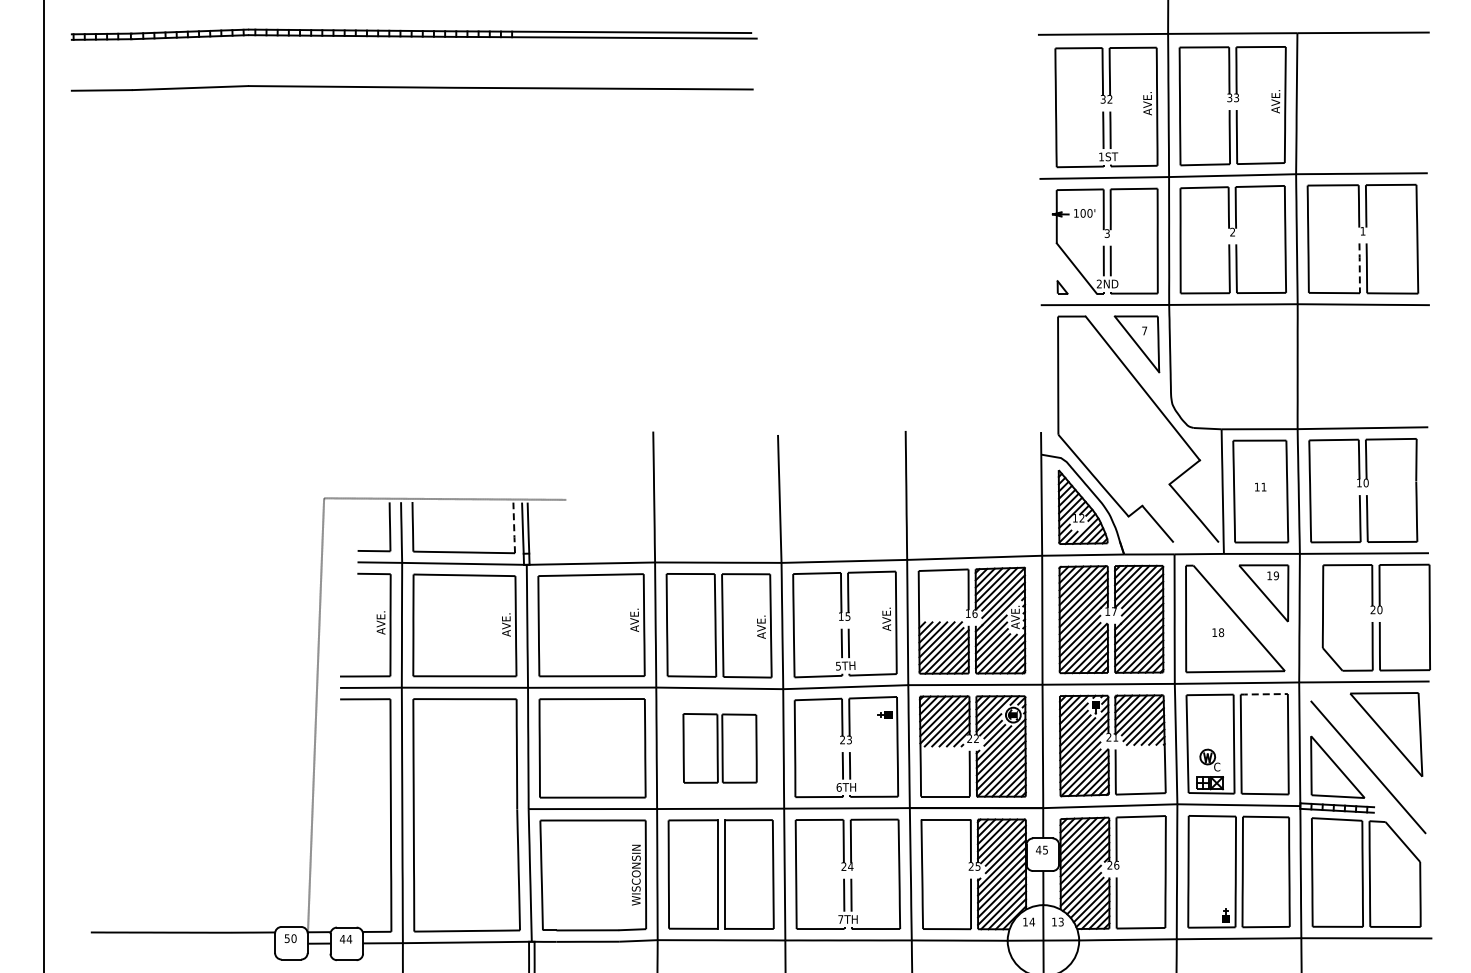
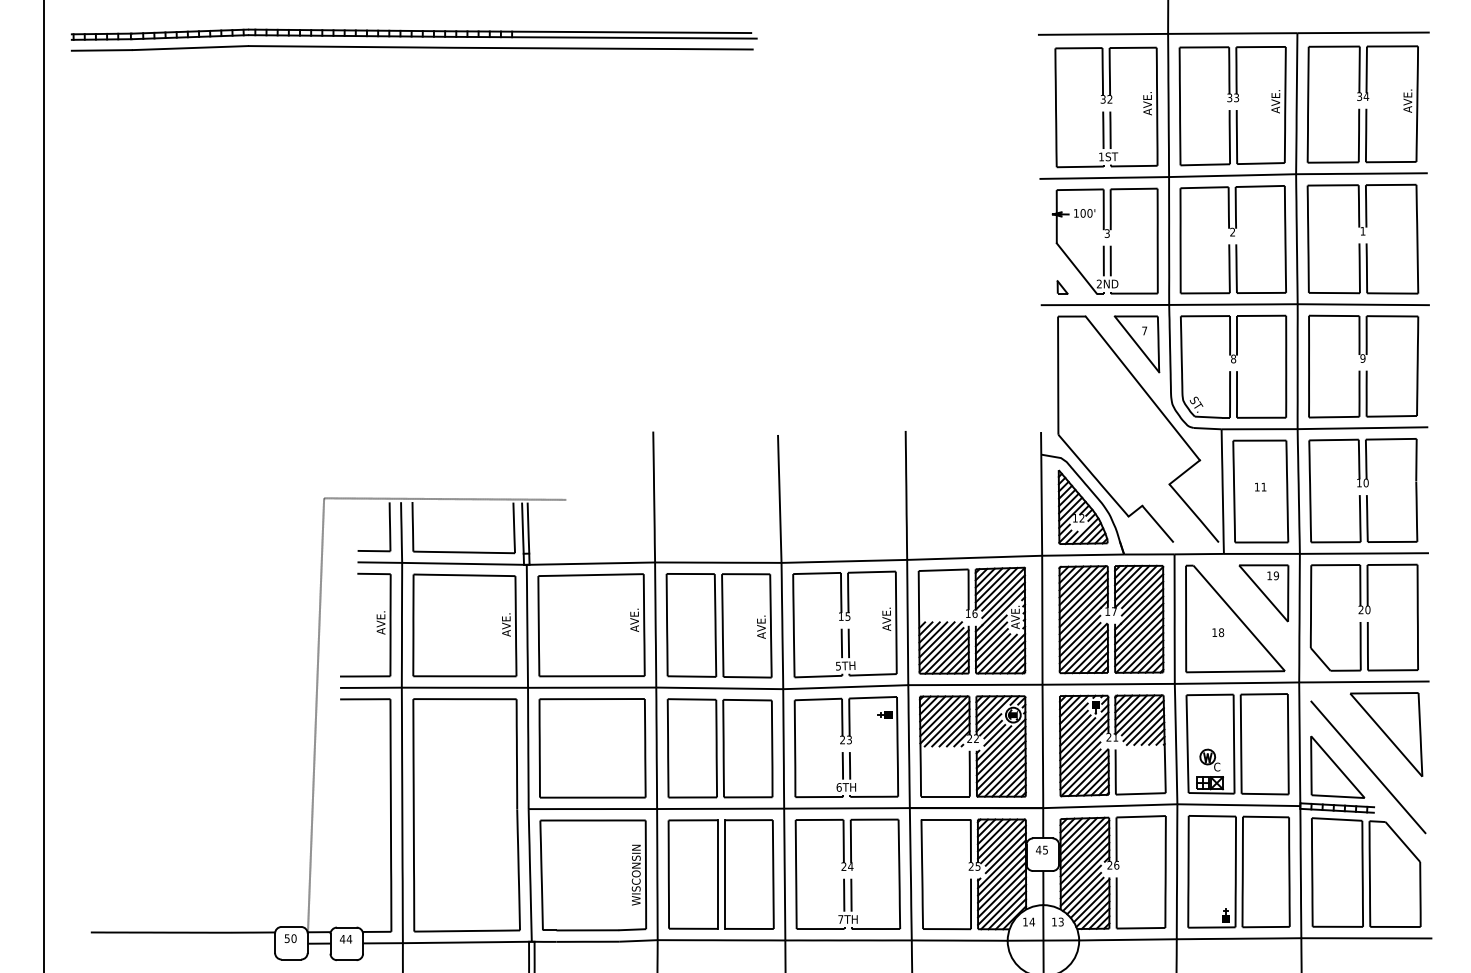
part at (411, 88) position: (411, 88) -> (411, 48)
part at (1362, 104): none -> present
line at (1359, 267): dashed -> solid
part at (1233, 366): none -> present
part at (1363, 366): none -> present
line at (514, 528): dashed -> solid
part at (1375, 617) position: (1375, 617) -> (1363, 617)
line at (1264, 694): dashed -> solid
part at (719, 748) size: 76x71 px -> 108x101 px
